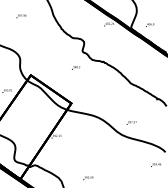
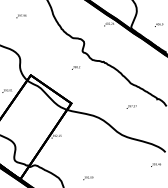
text at (150, 24) position: (150, 24) -> (159, 24)
text at (131, 122) position: (131, 122) -> (131, 106)
